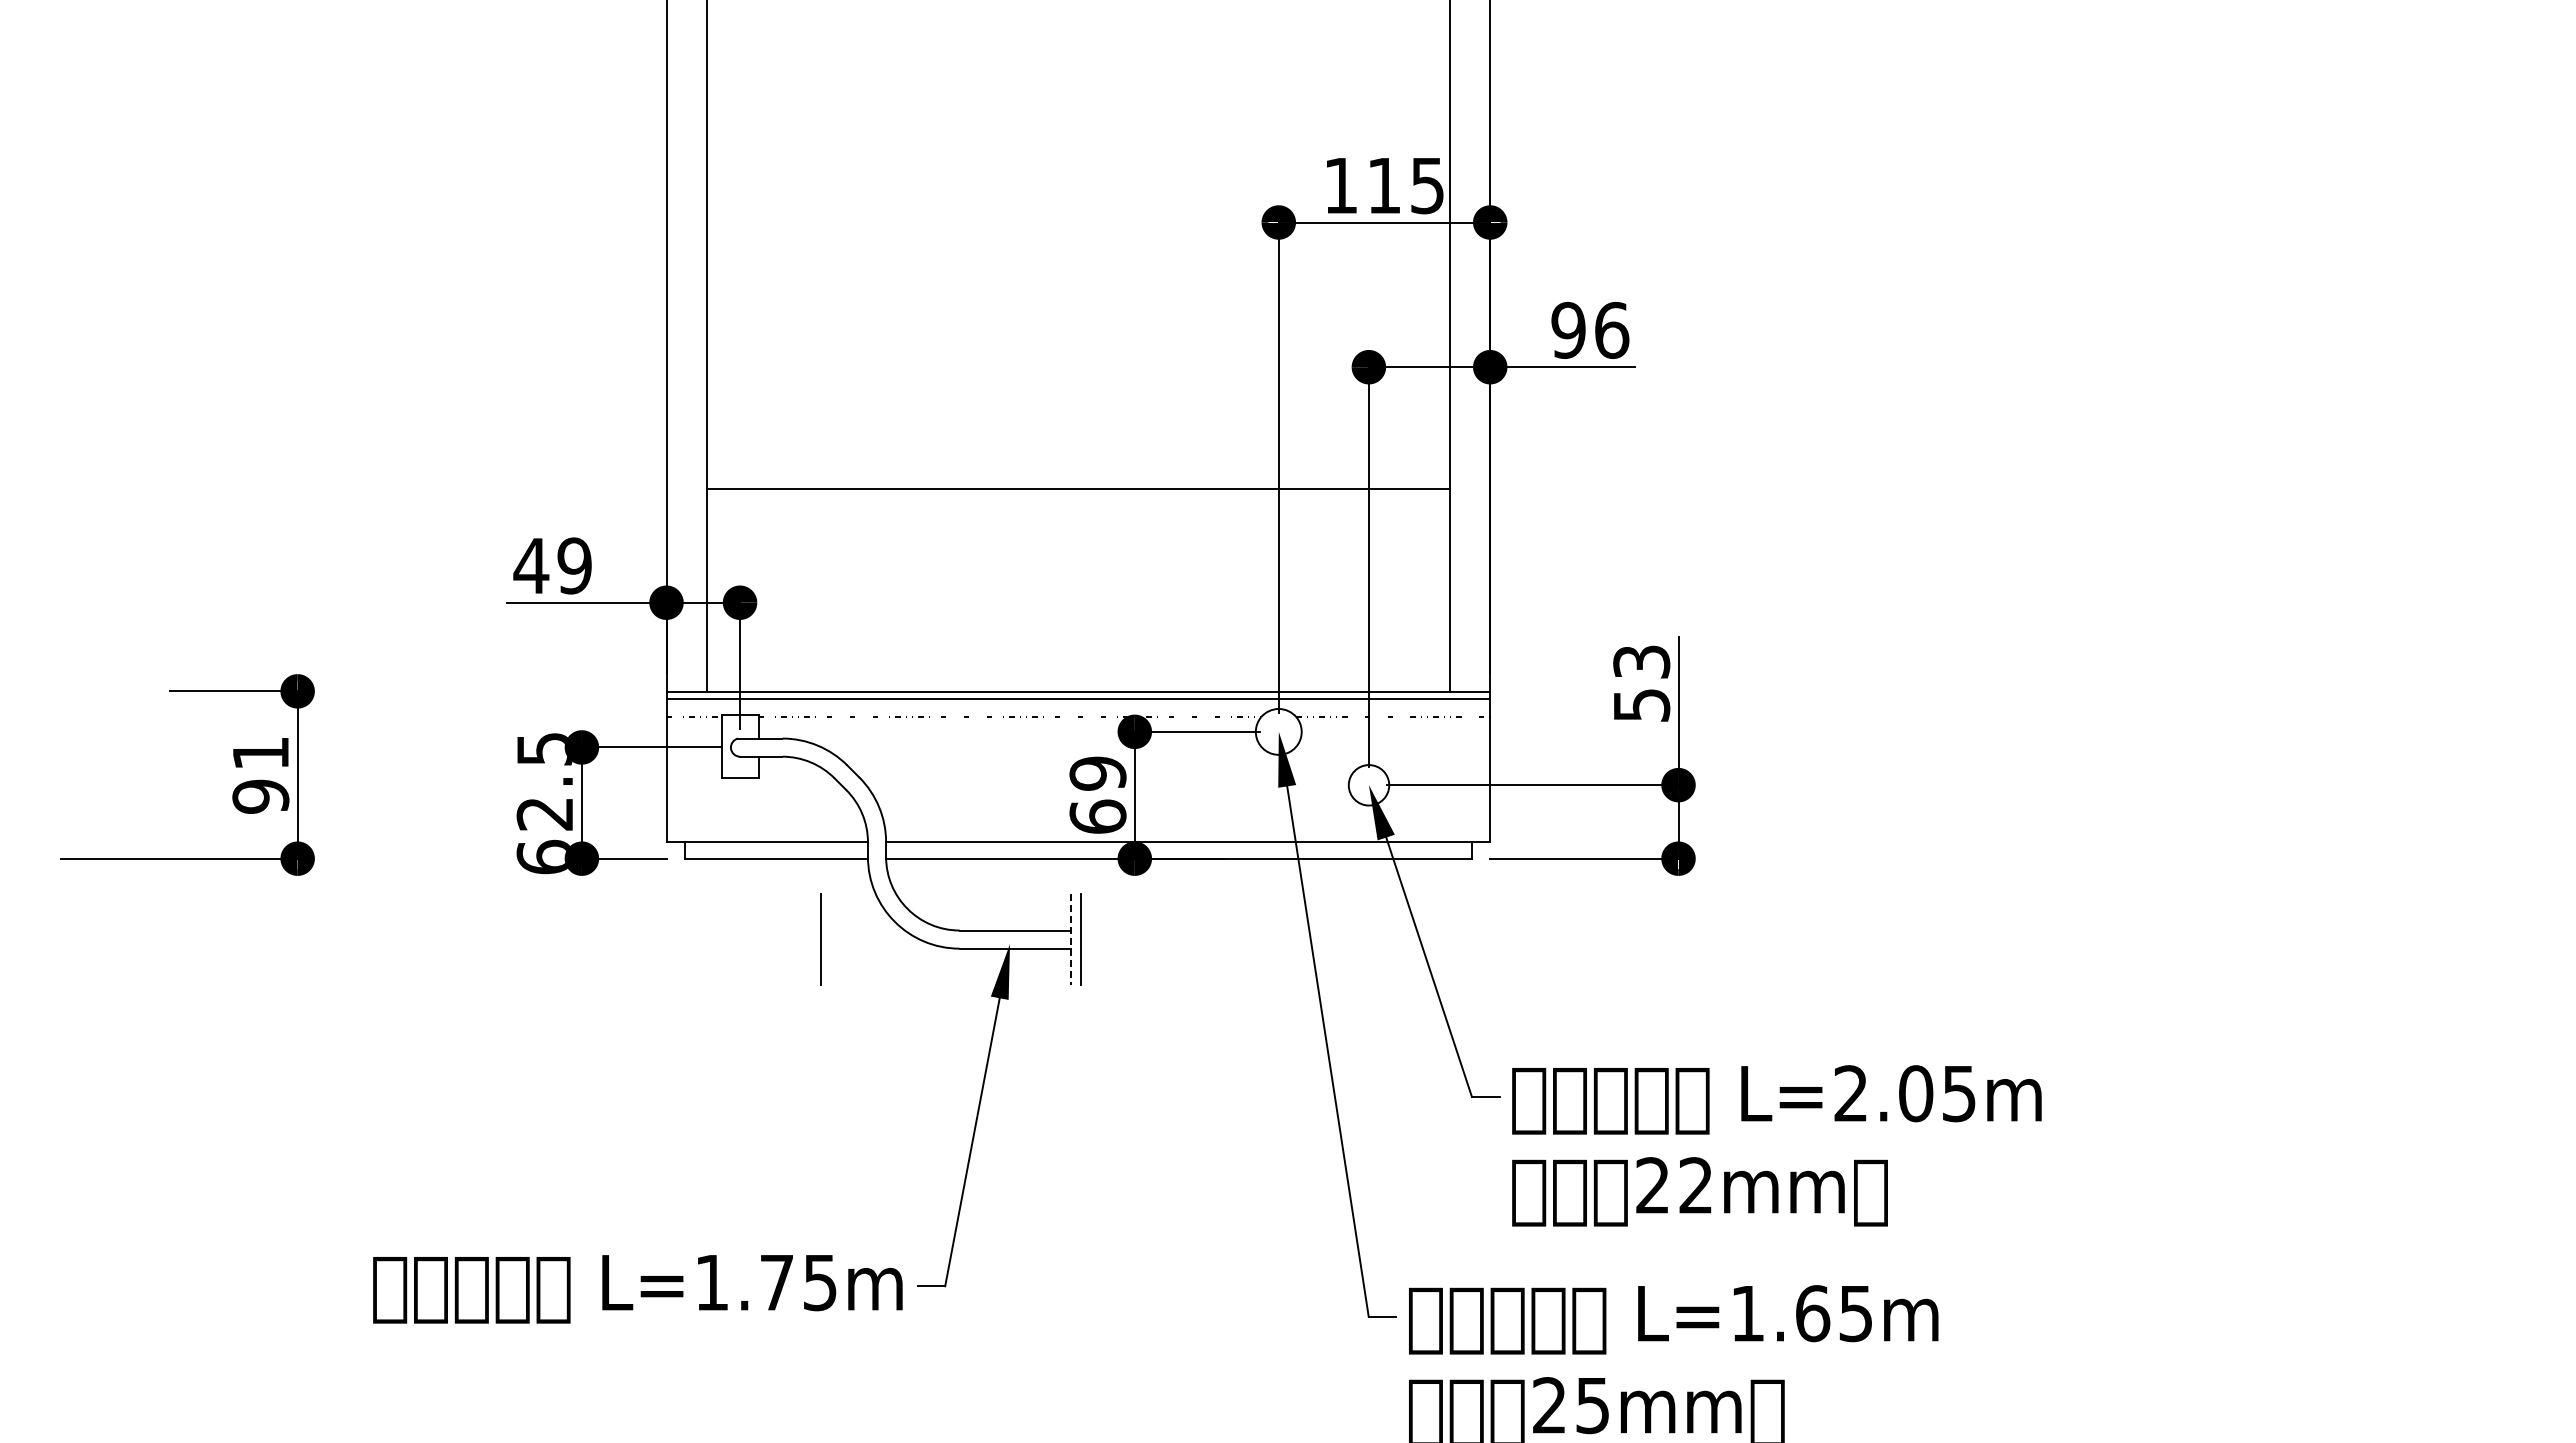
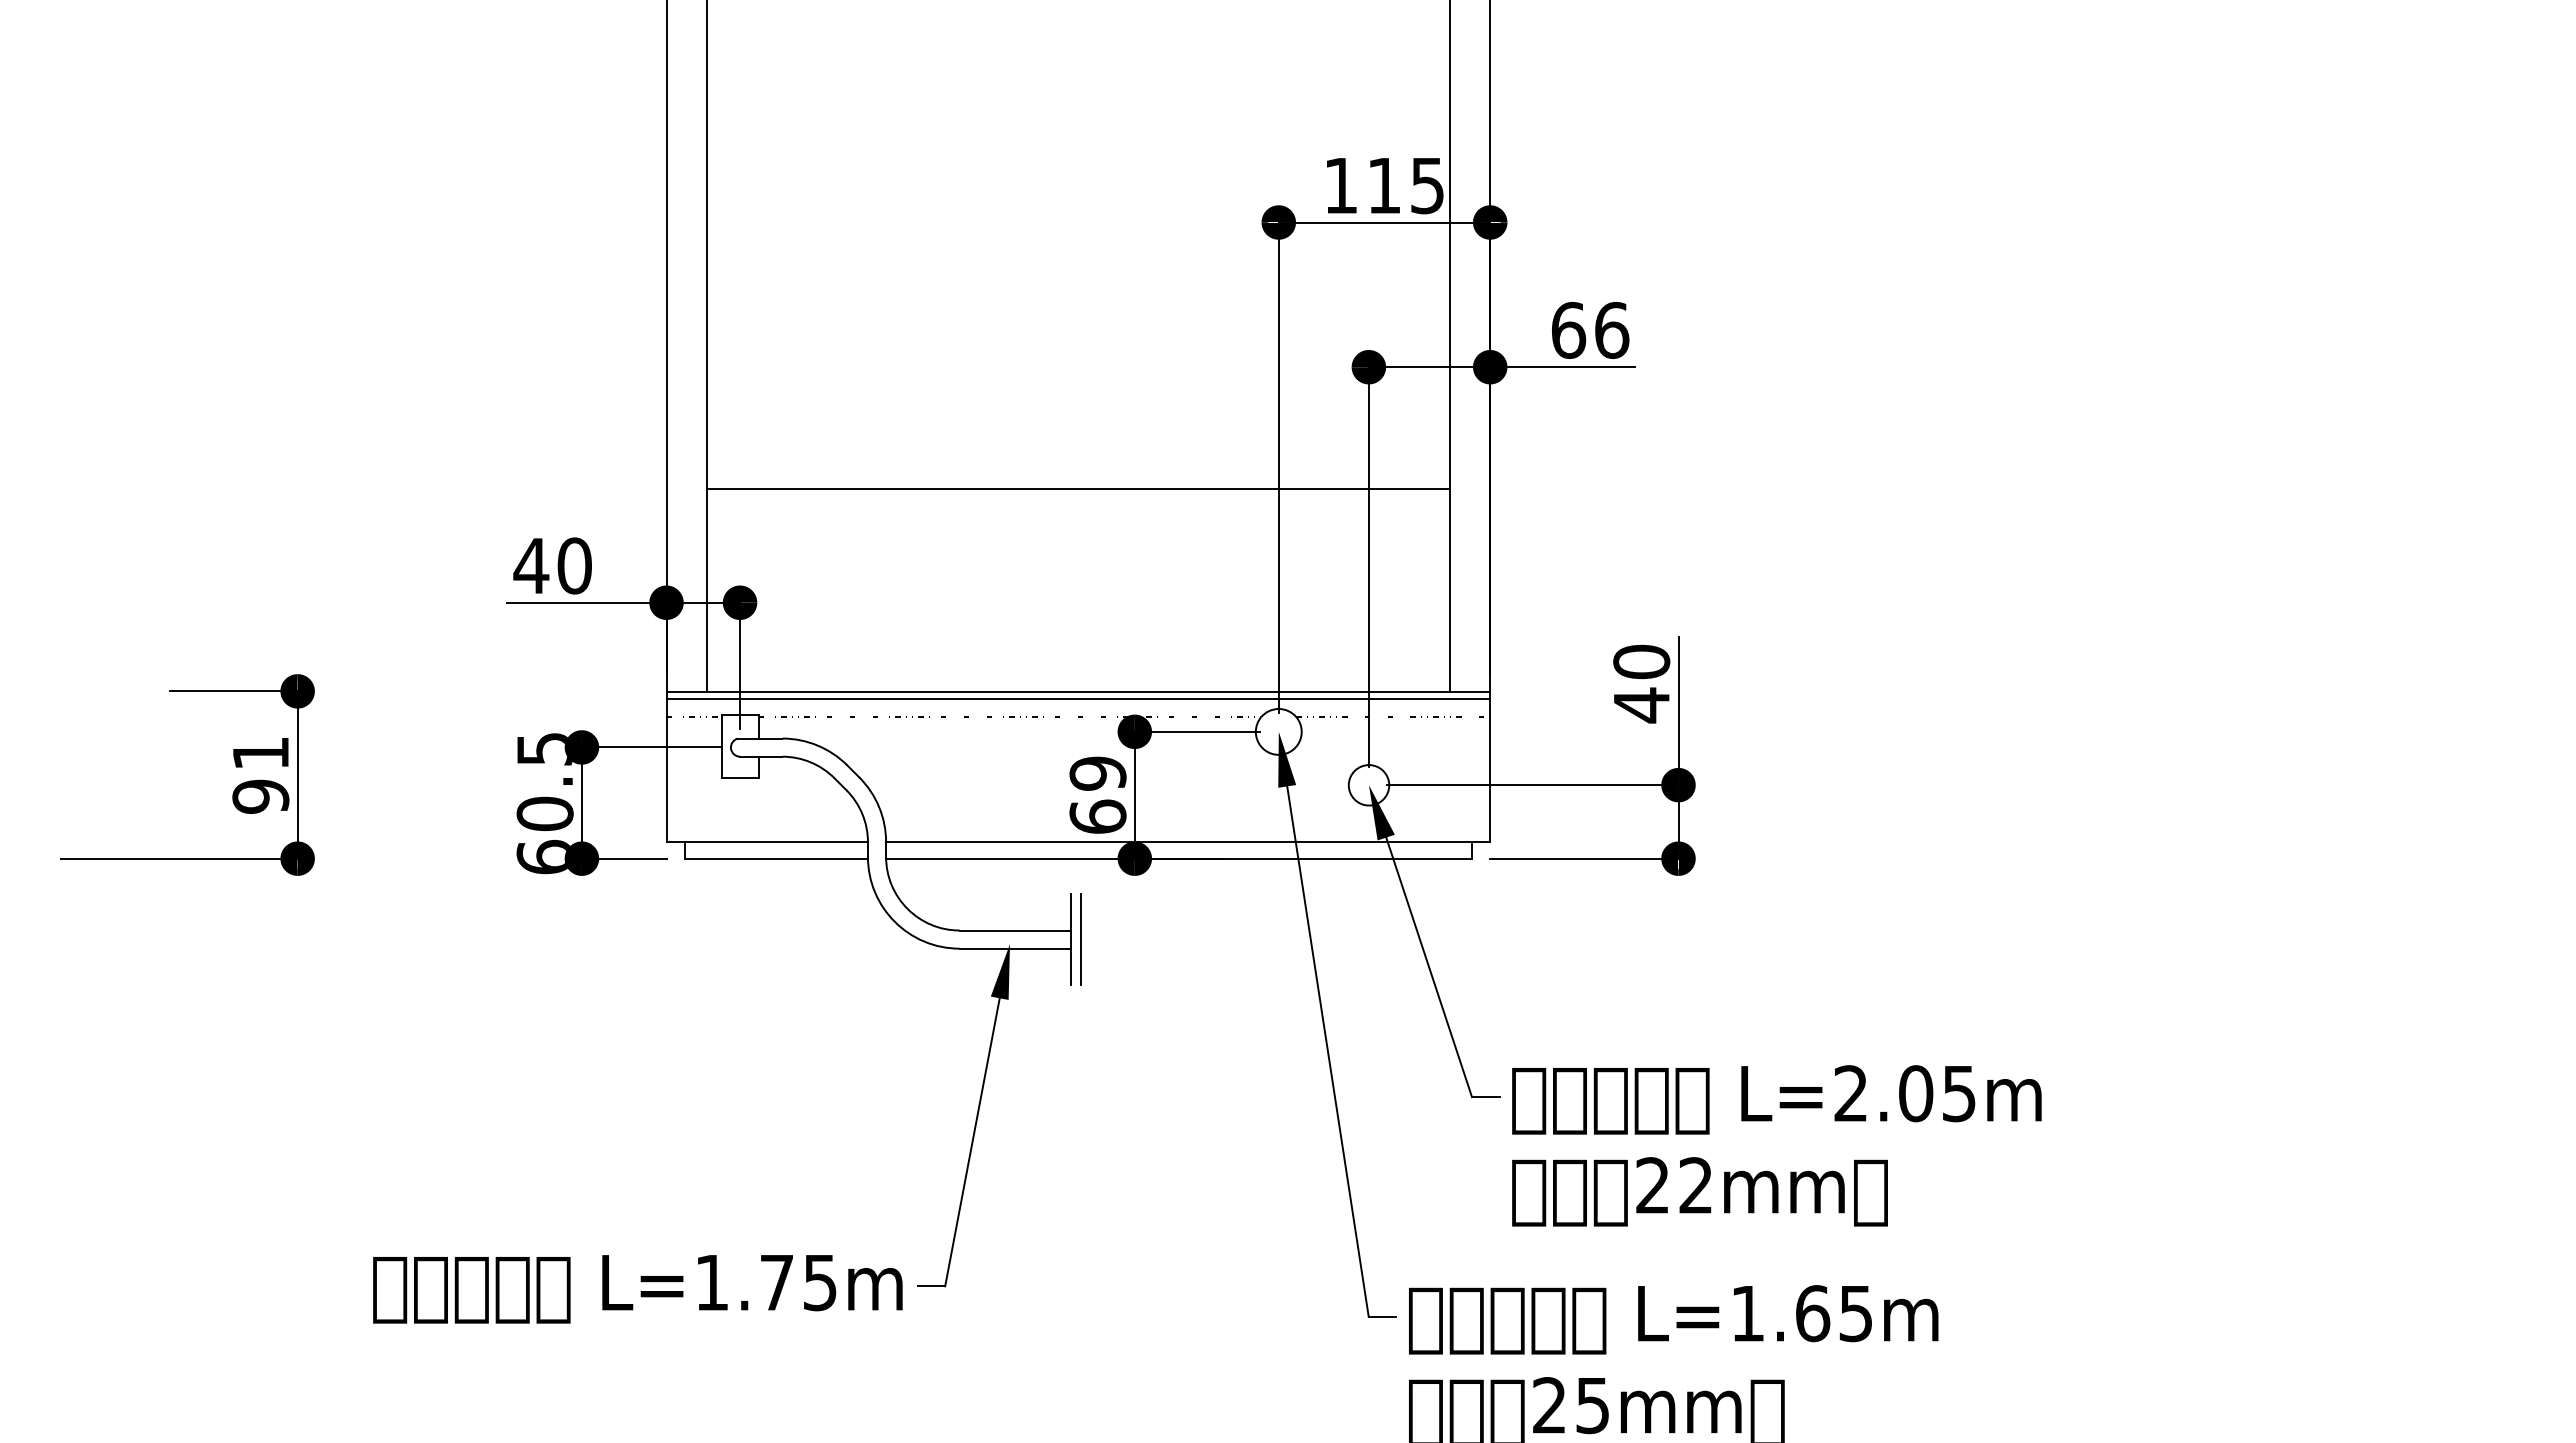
text at (1568, 329): 96 -> 66
text at (574, 565): 49 -> 40
text at (1641, 683): 53 -> 40
text at (544, 813): 62.5 -> 60.5
line at (820, 939): present -> none
line at (1071, 940): dashed -> solid
